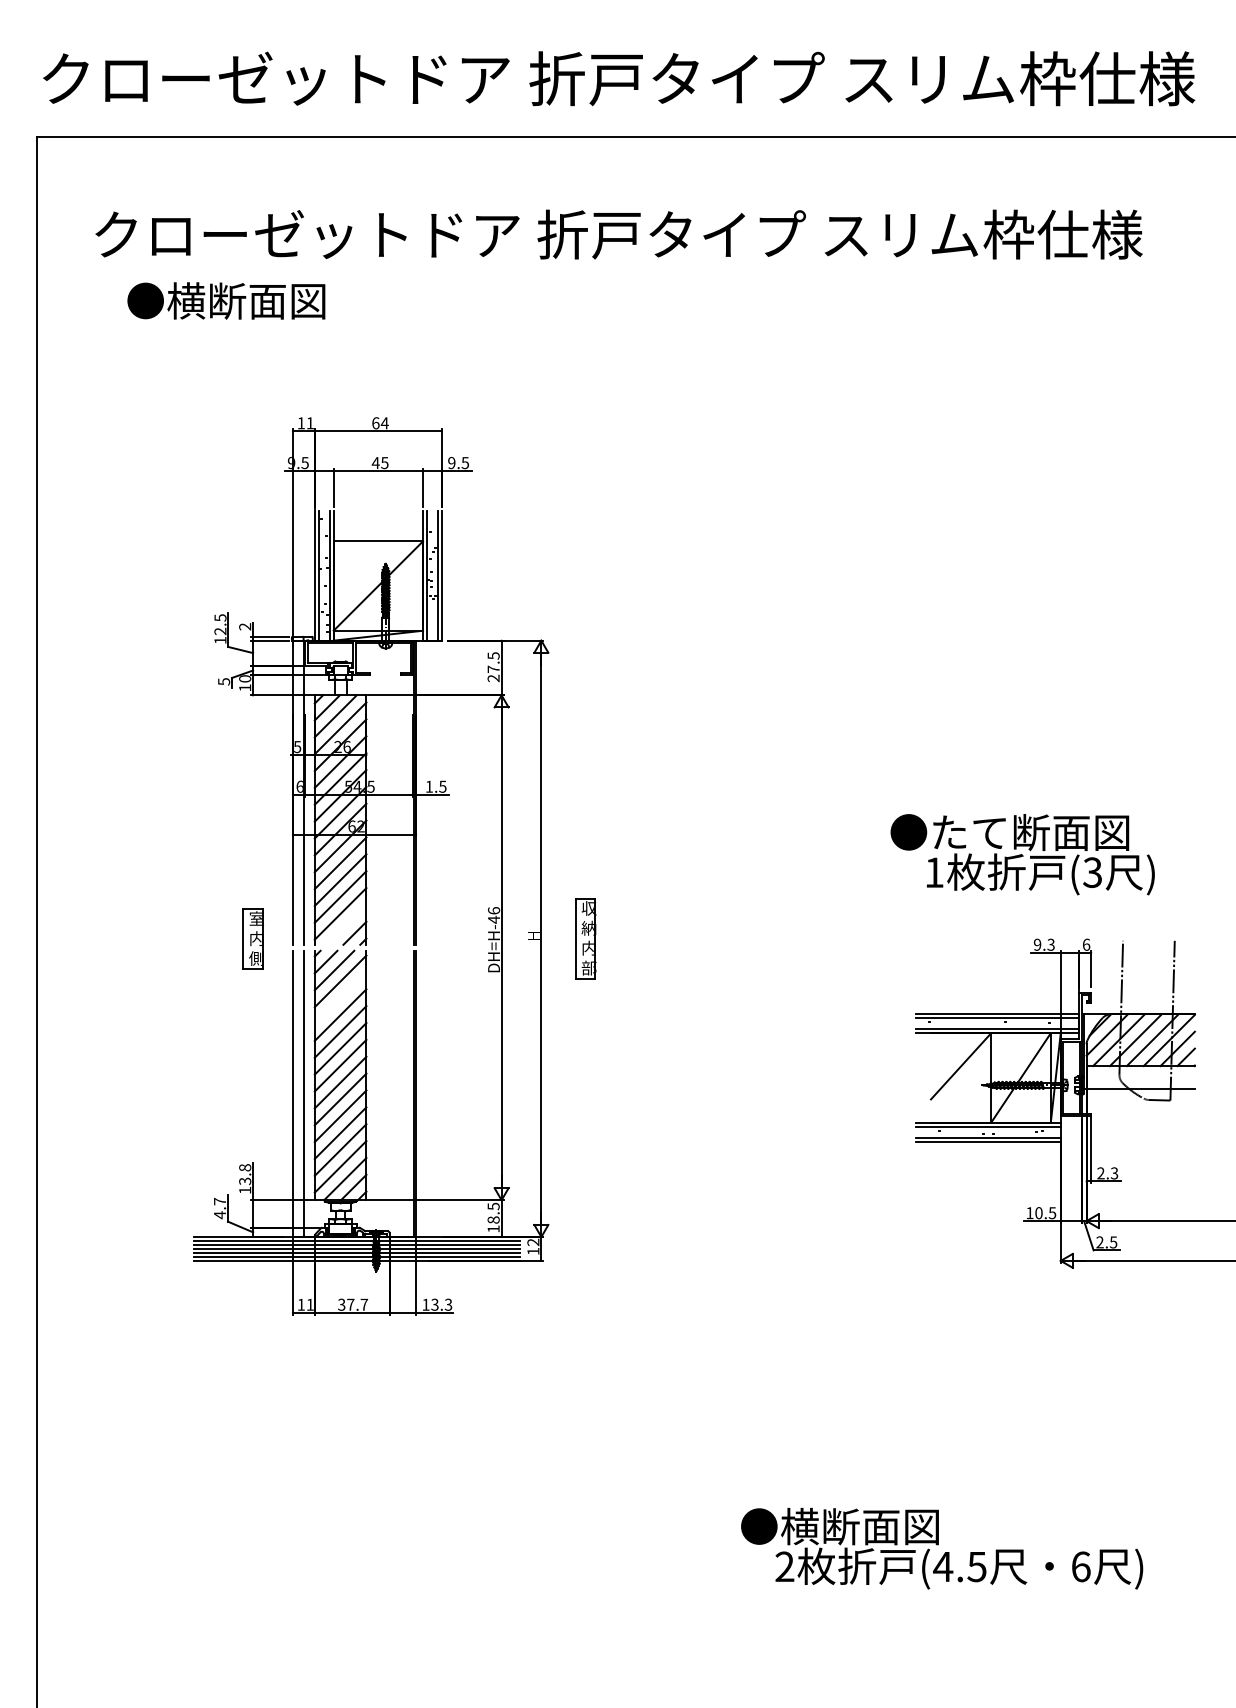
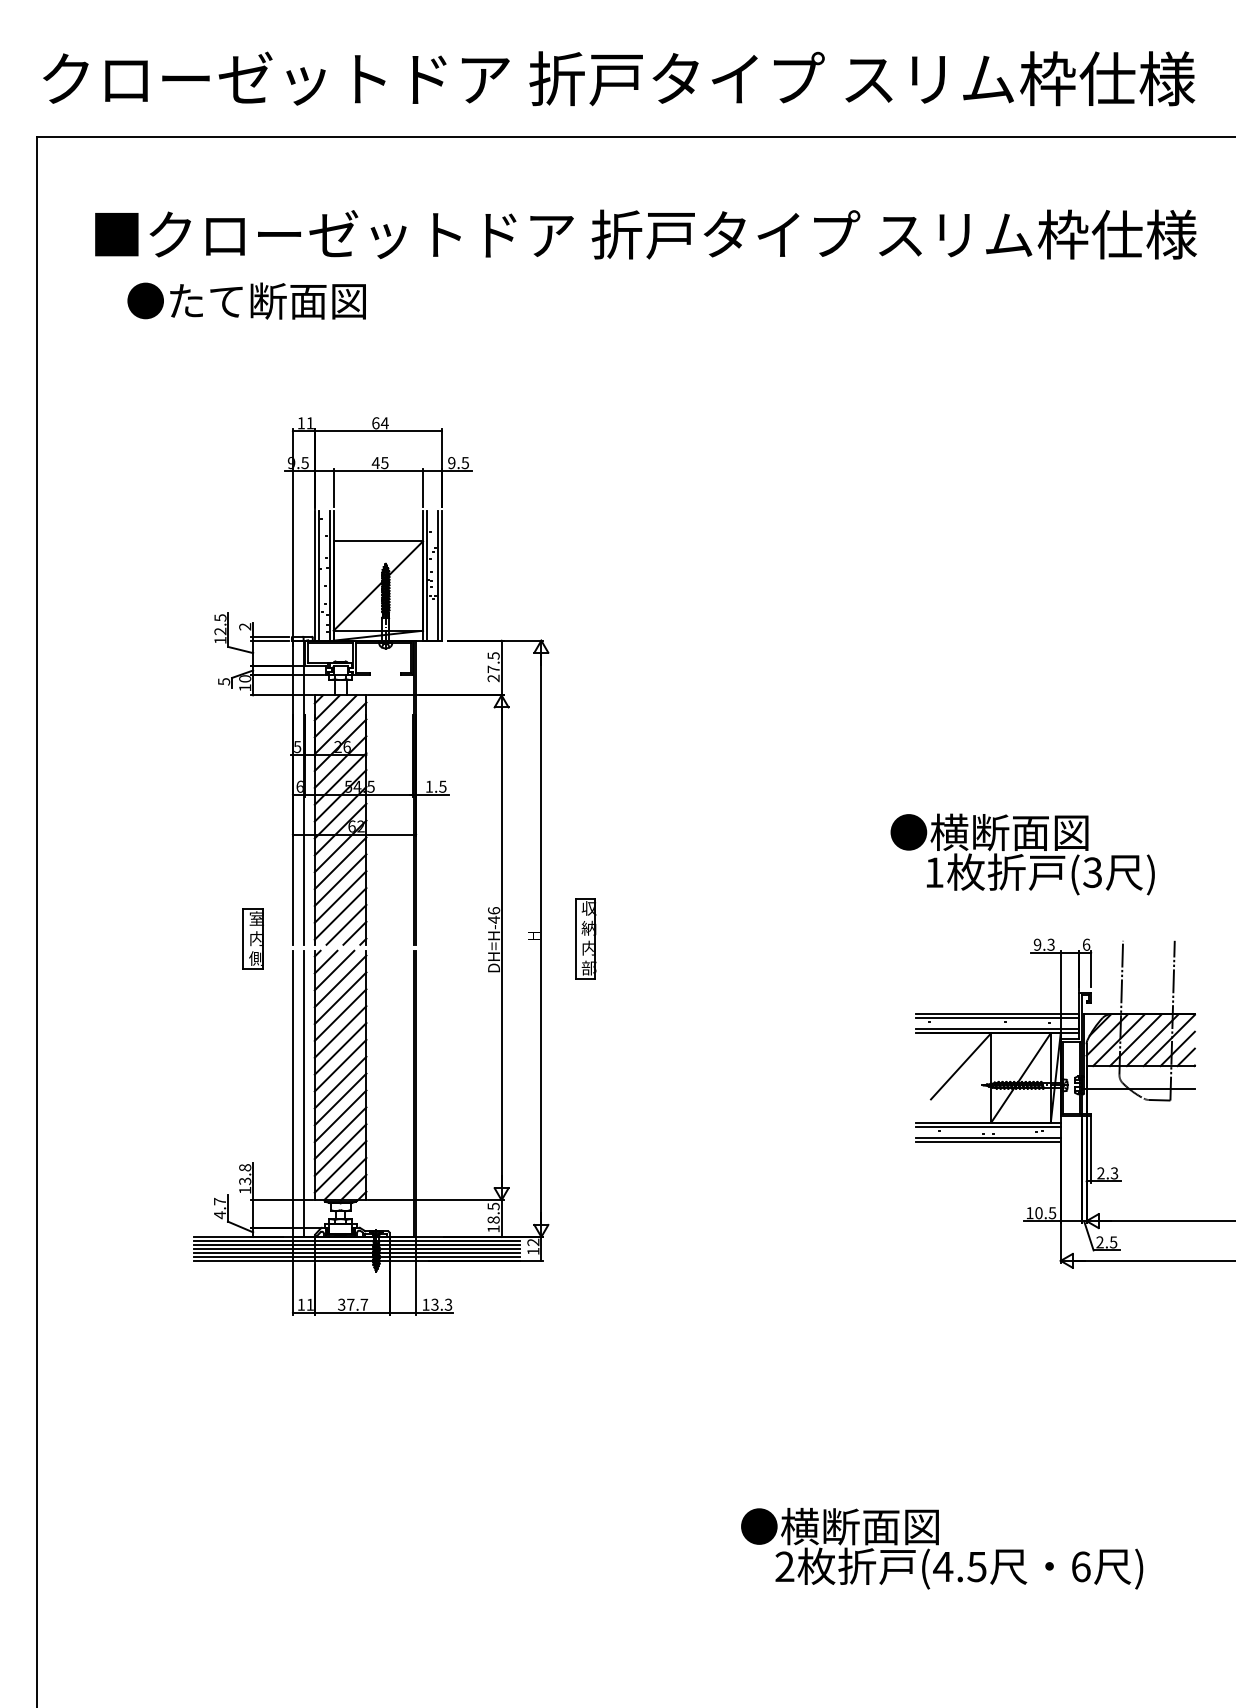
text at (645, 234): クローゼットドア 折戸タイプ スリム枠仕様 -> ■クローゼットドア 折戸タイプ スリム枠仕様
text at (266, 300): ●横断面図 -> ●たて断面図
text at (1029, 832): ●たて断面図 -> ●横断面図
line at (346, 924): none -> present
line at (340, 998): none -> present
